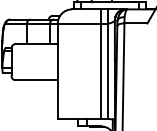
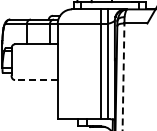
line at (123, 76): solid -> dashed
line at (35, 80): solid -> dashed
